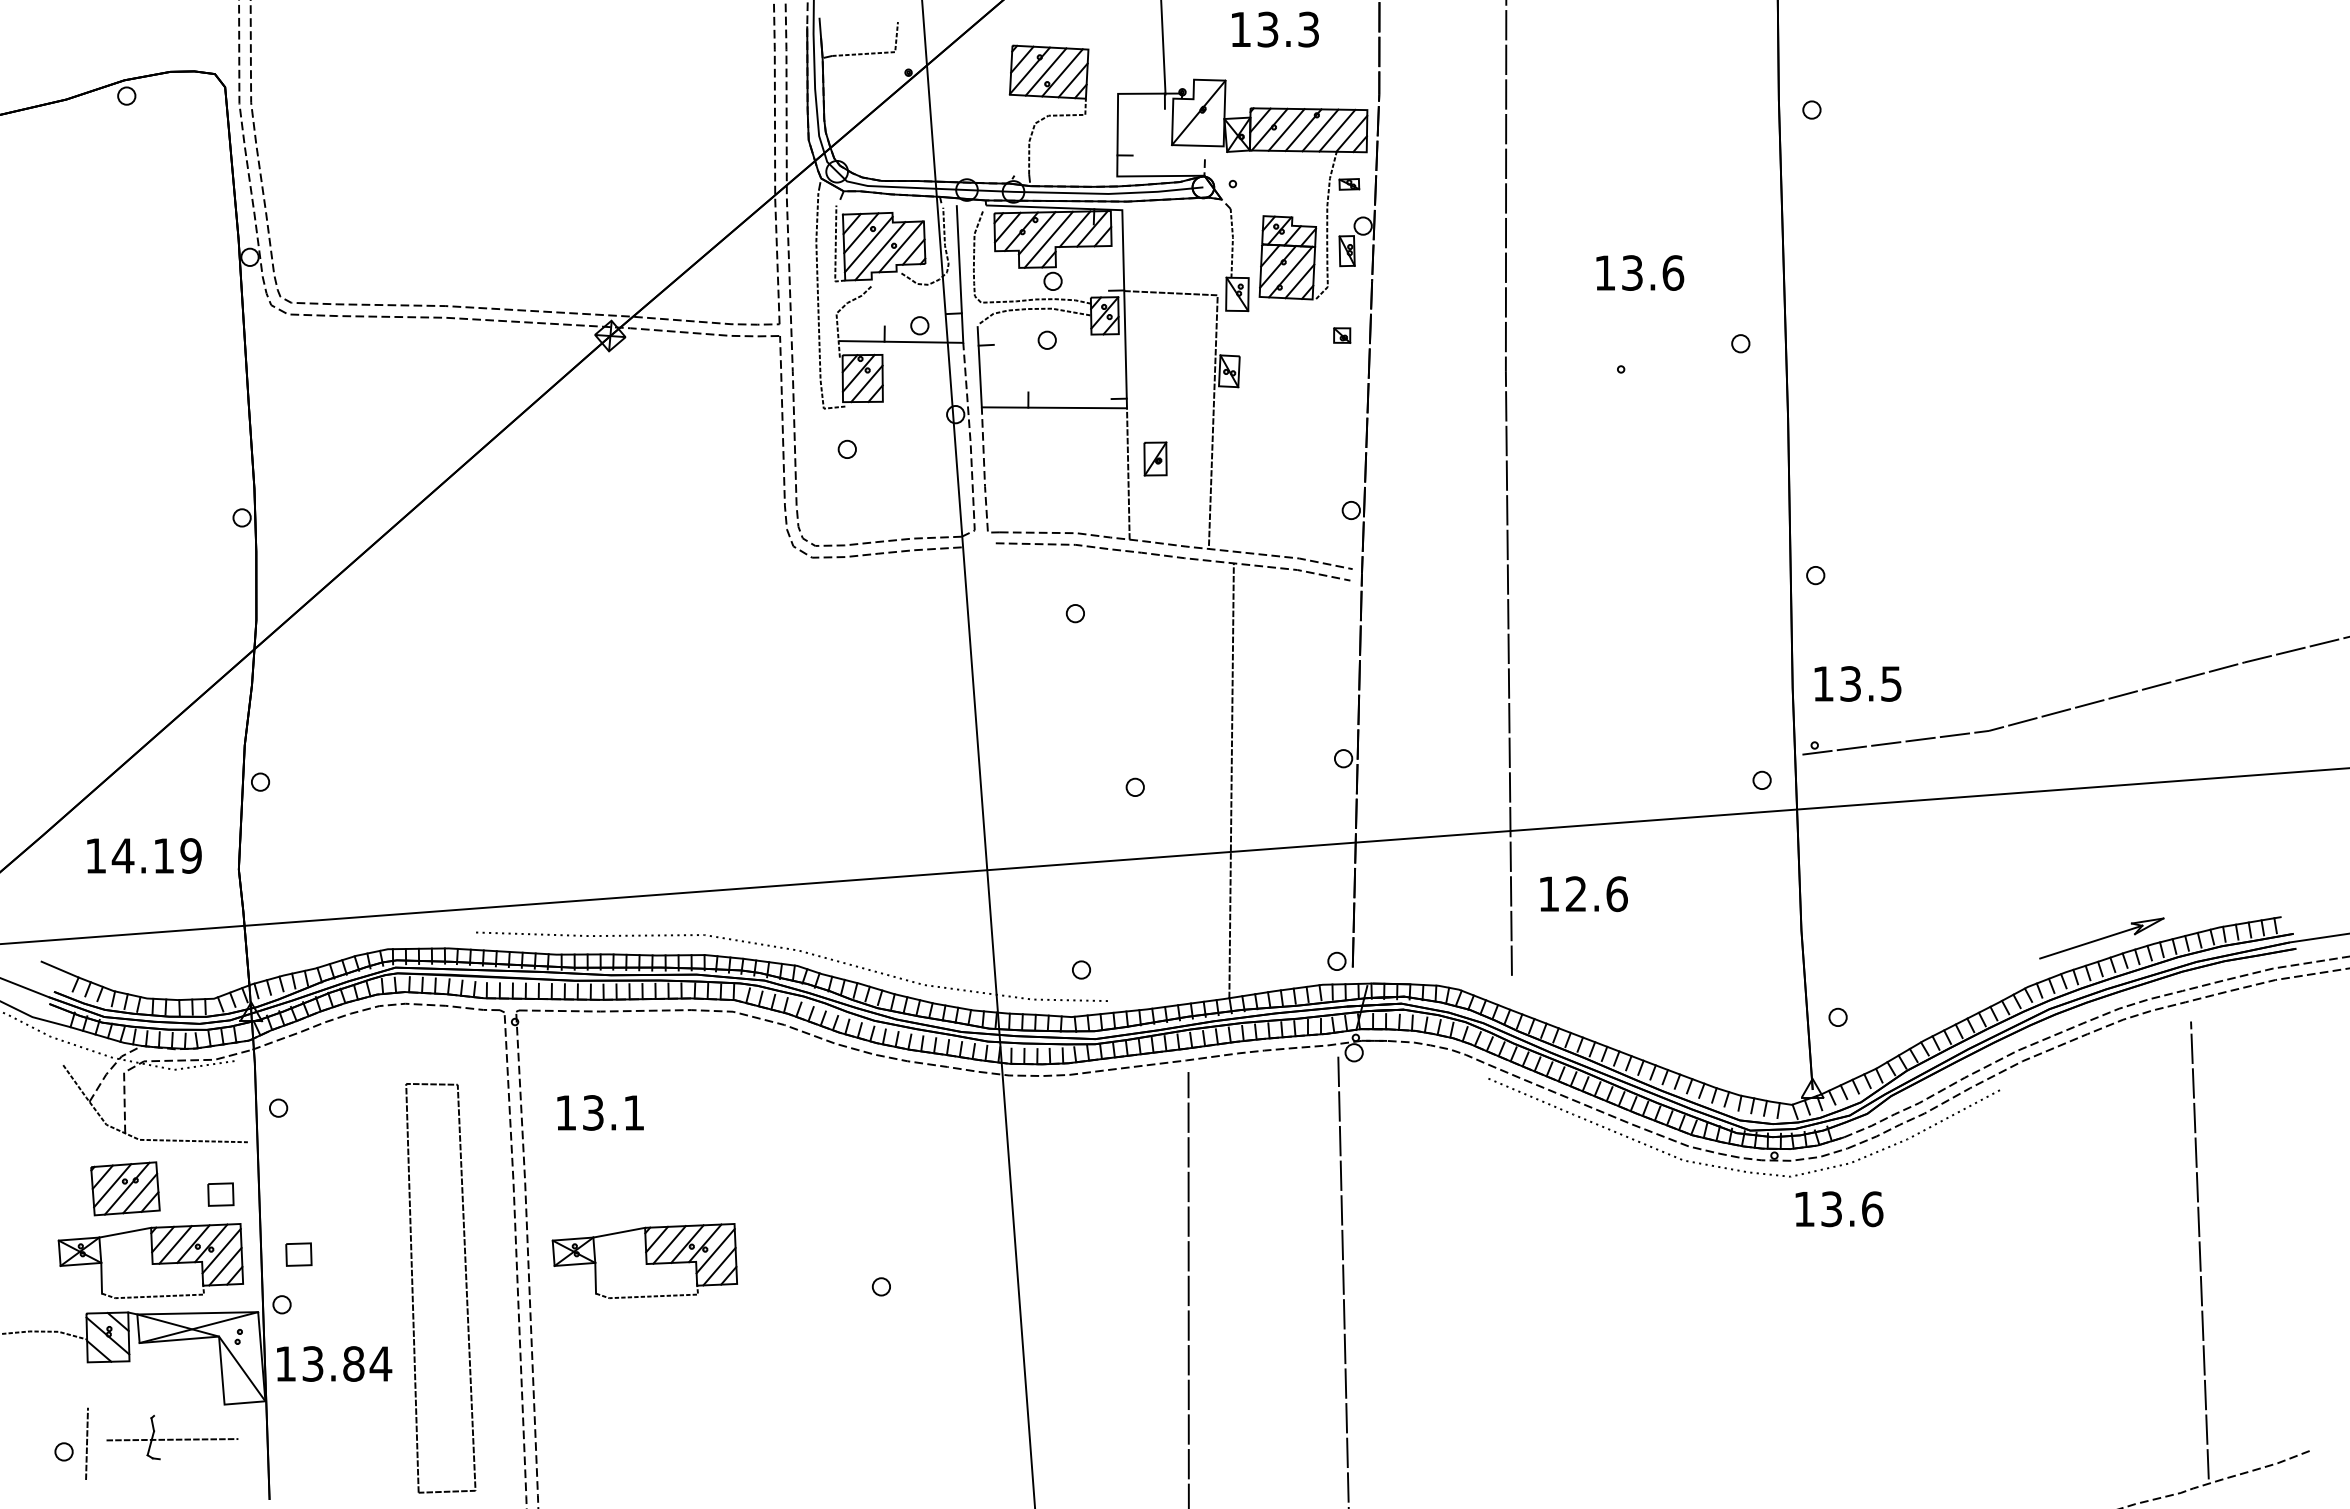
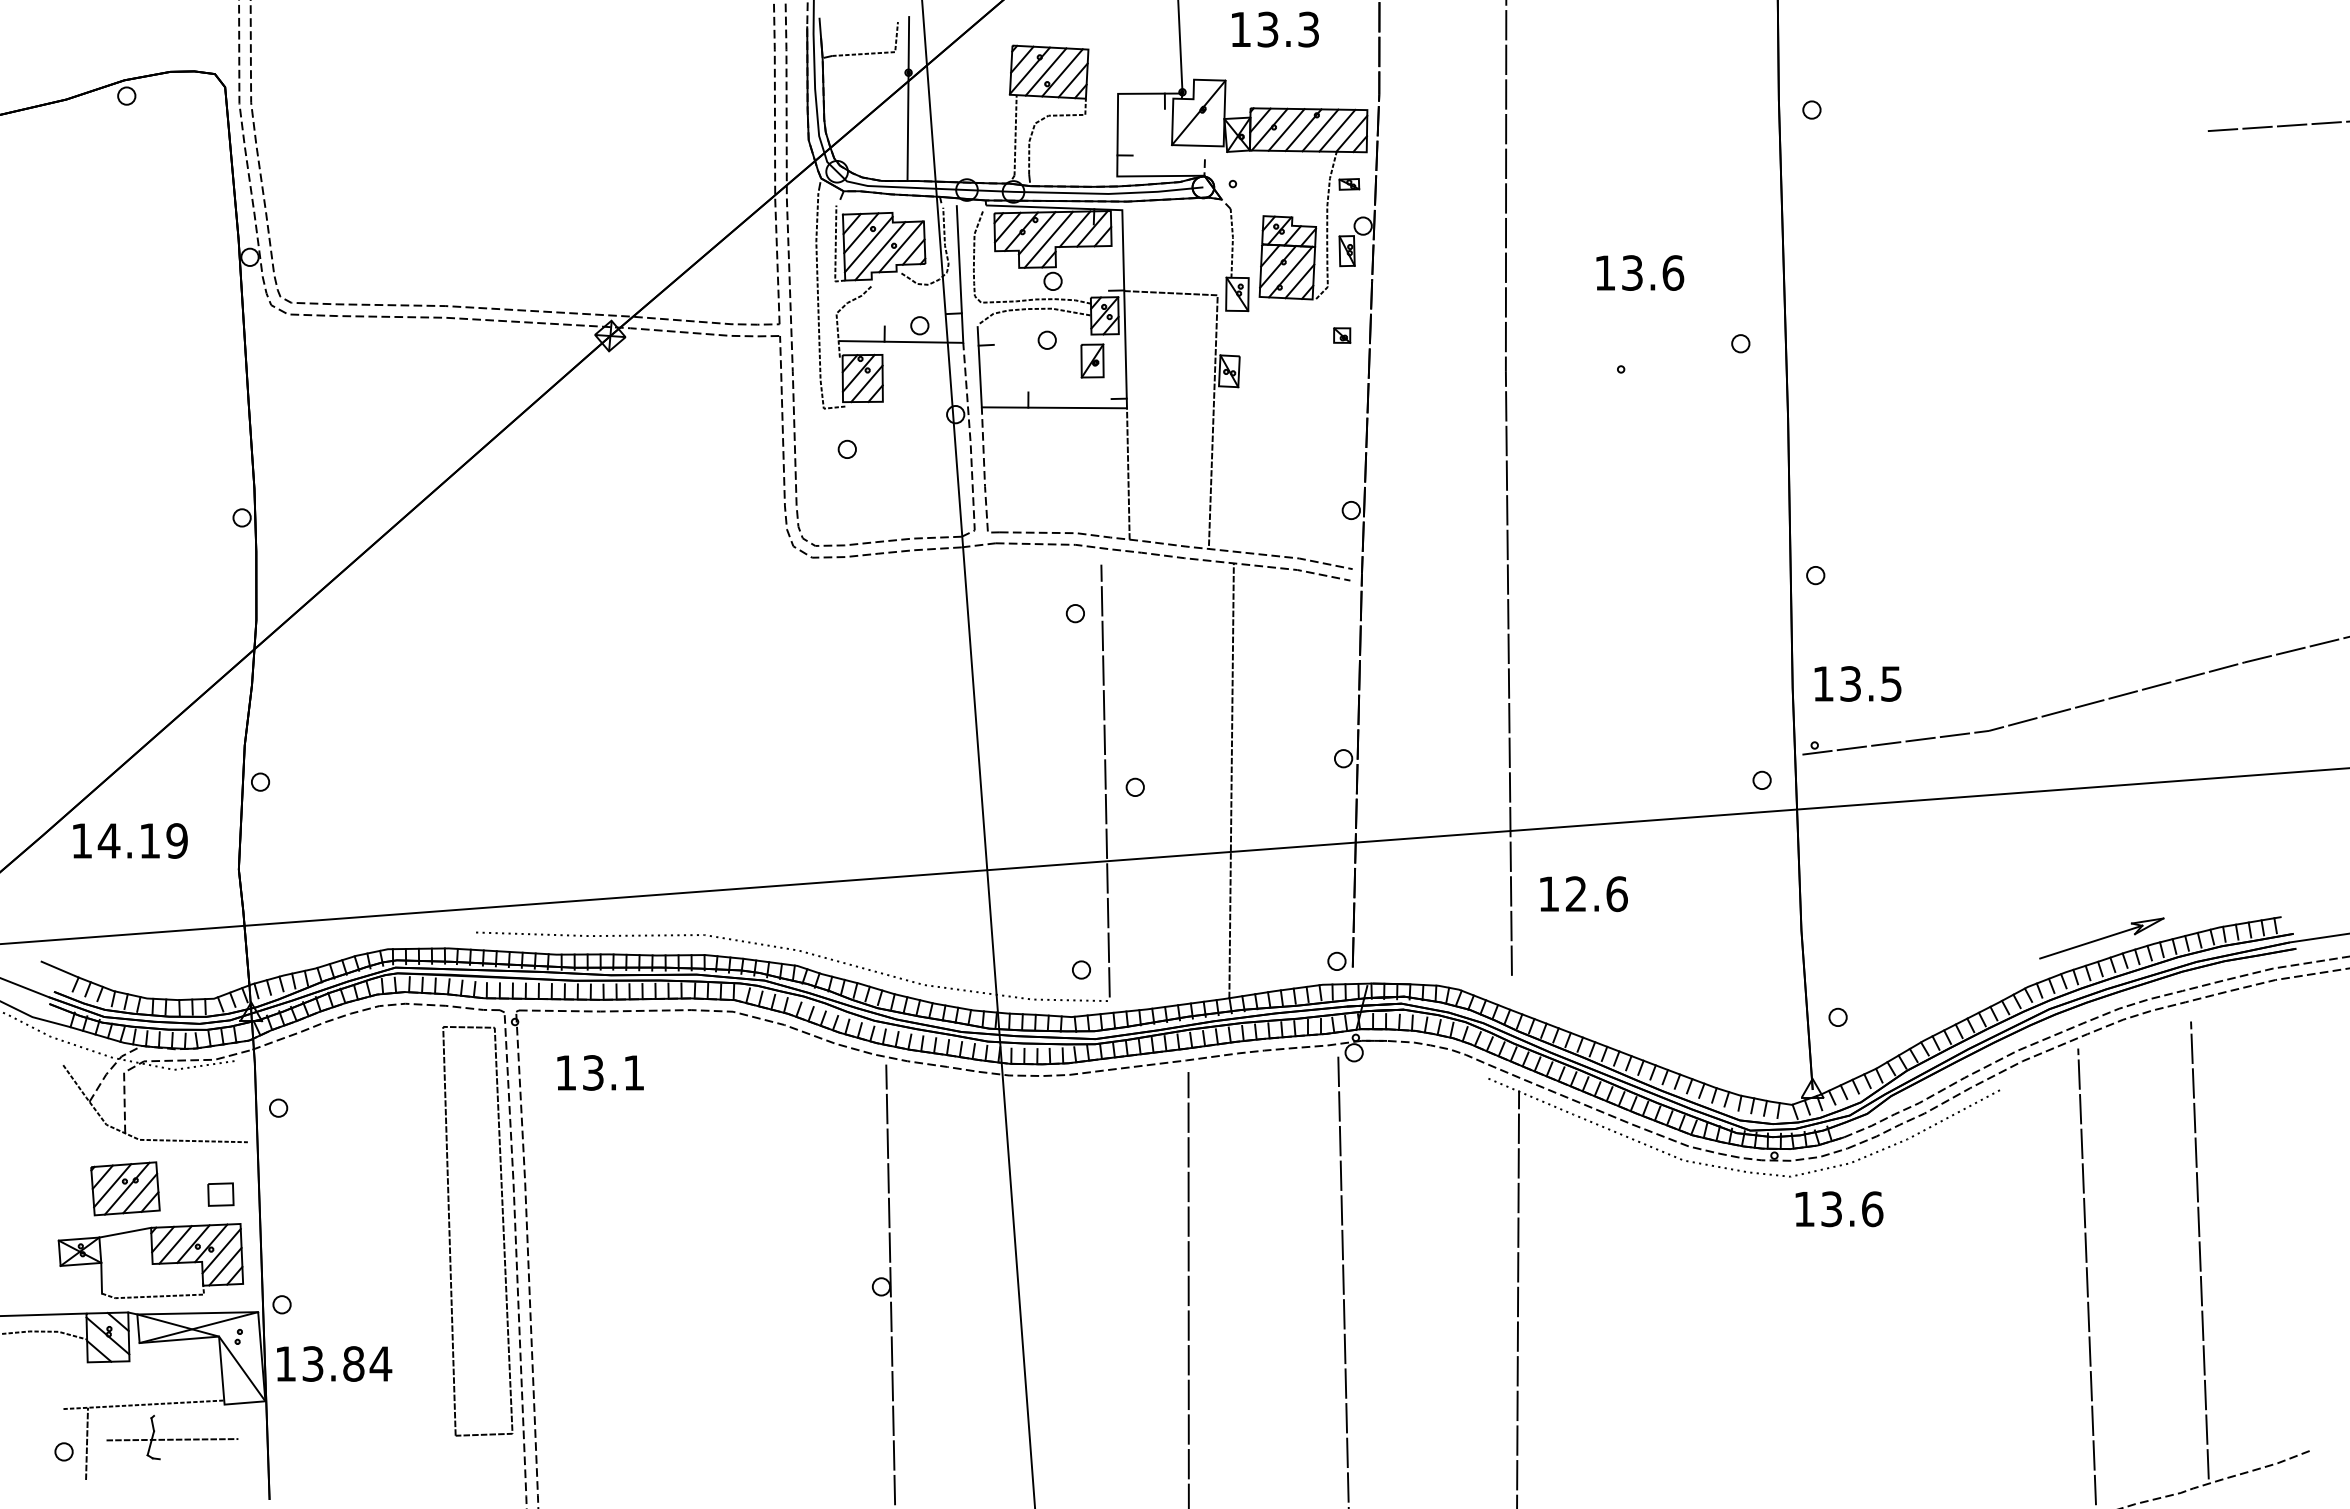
line at (1163, 48) position: (1163, 48) -> (1180, 47)
line at (908, 99): none -> present
line at (2276, 126): none -> present
line at (1015, 135): none -> present
part at (1155, 458) position: (1155, 458) -> (1092, 360)
line at (978, 545): none -> present
line at (1105, 780): none -> present
text at (144, 855) position: (144, 855) -> (130, 840)
text at (600, 1112) position: (600, 1112) -> (600, 1072)
part at (298, 1254): present -> none
part at (644, 1260): present -> none
line at (2087, 1276): none -> present
line at (890, 1284): none -> present
part at (465, 1288) position: (465, 1288) -> (502, 1231)
line at (1518, 1297): none -> present
line at (44, 1314): none -> present
line at (143, 1404): none -> present
